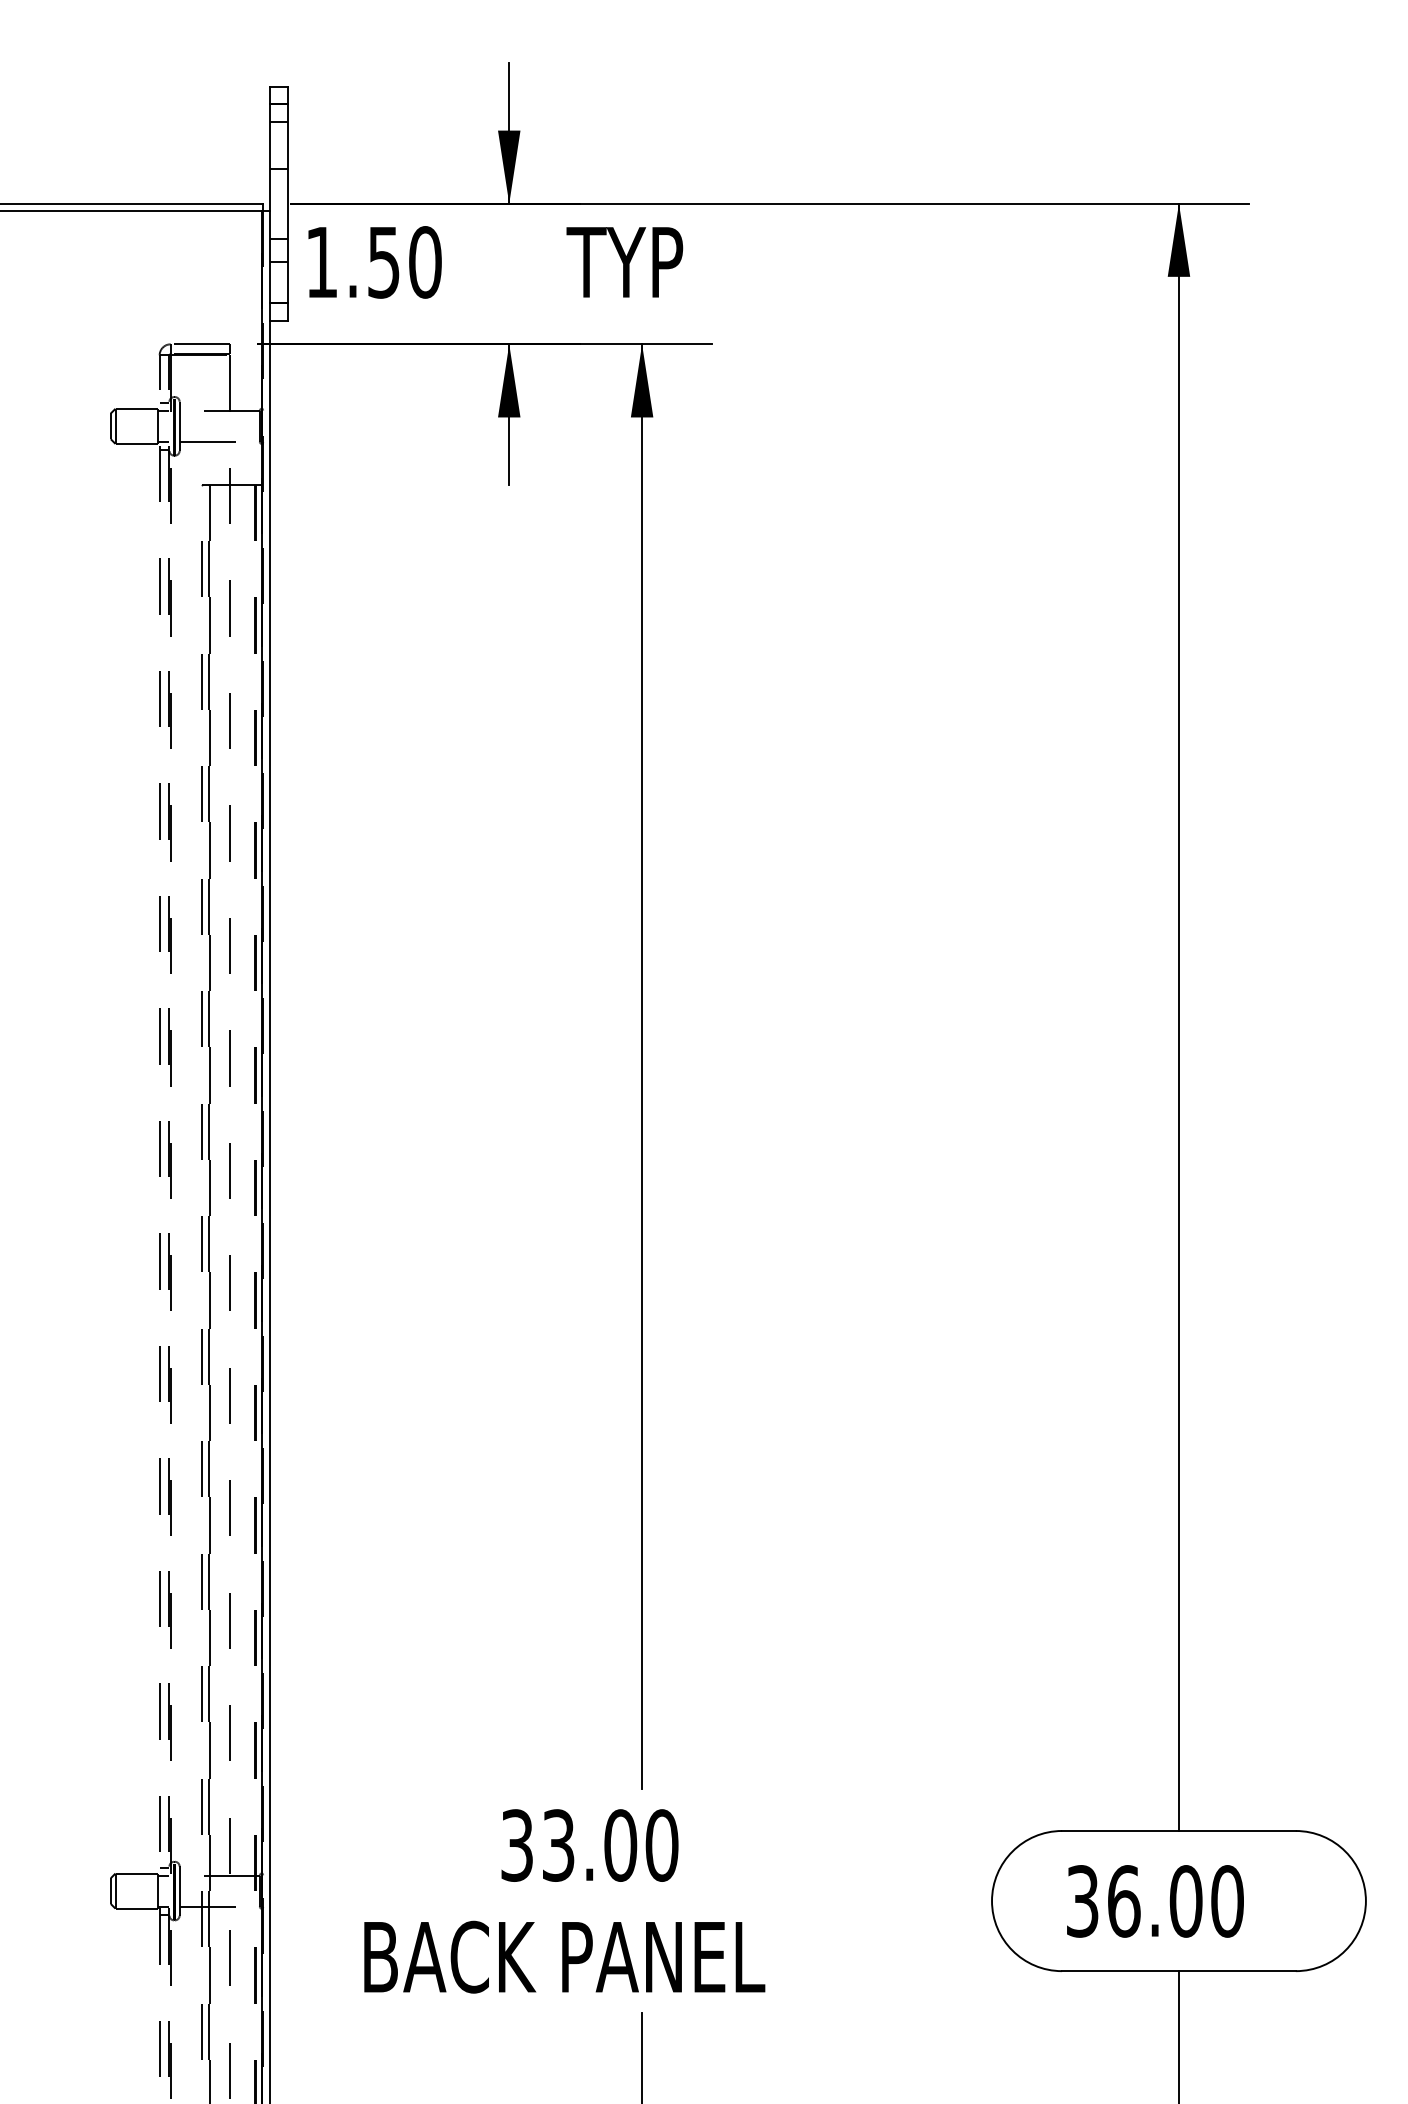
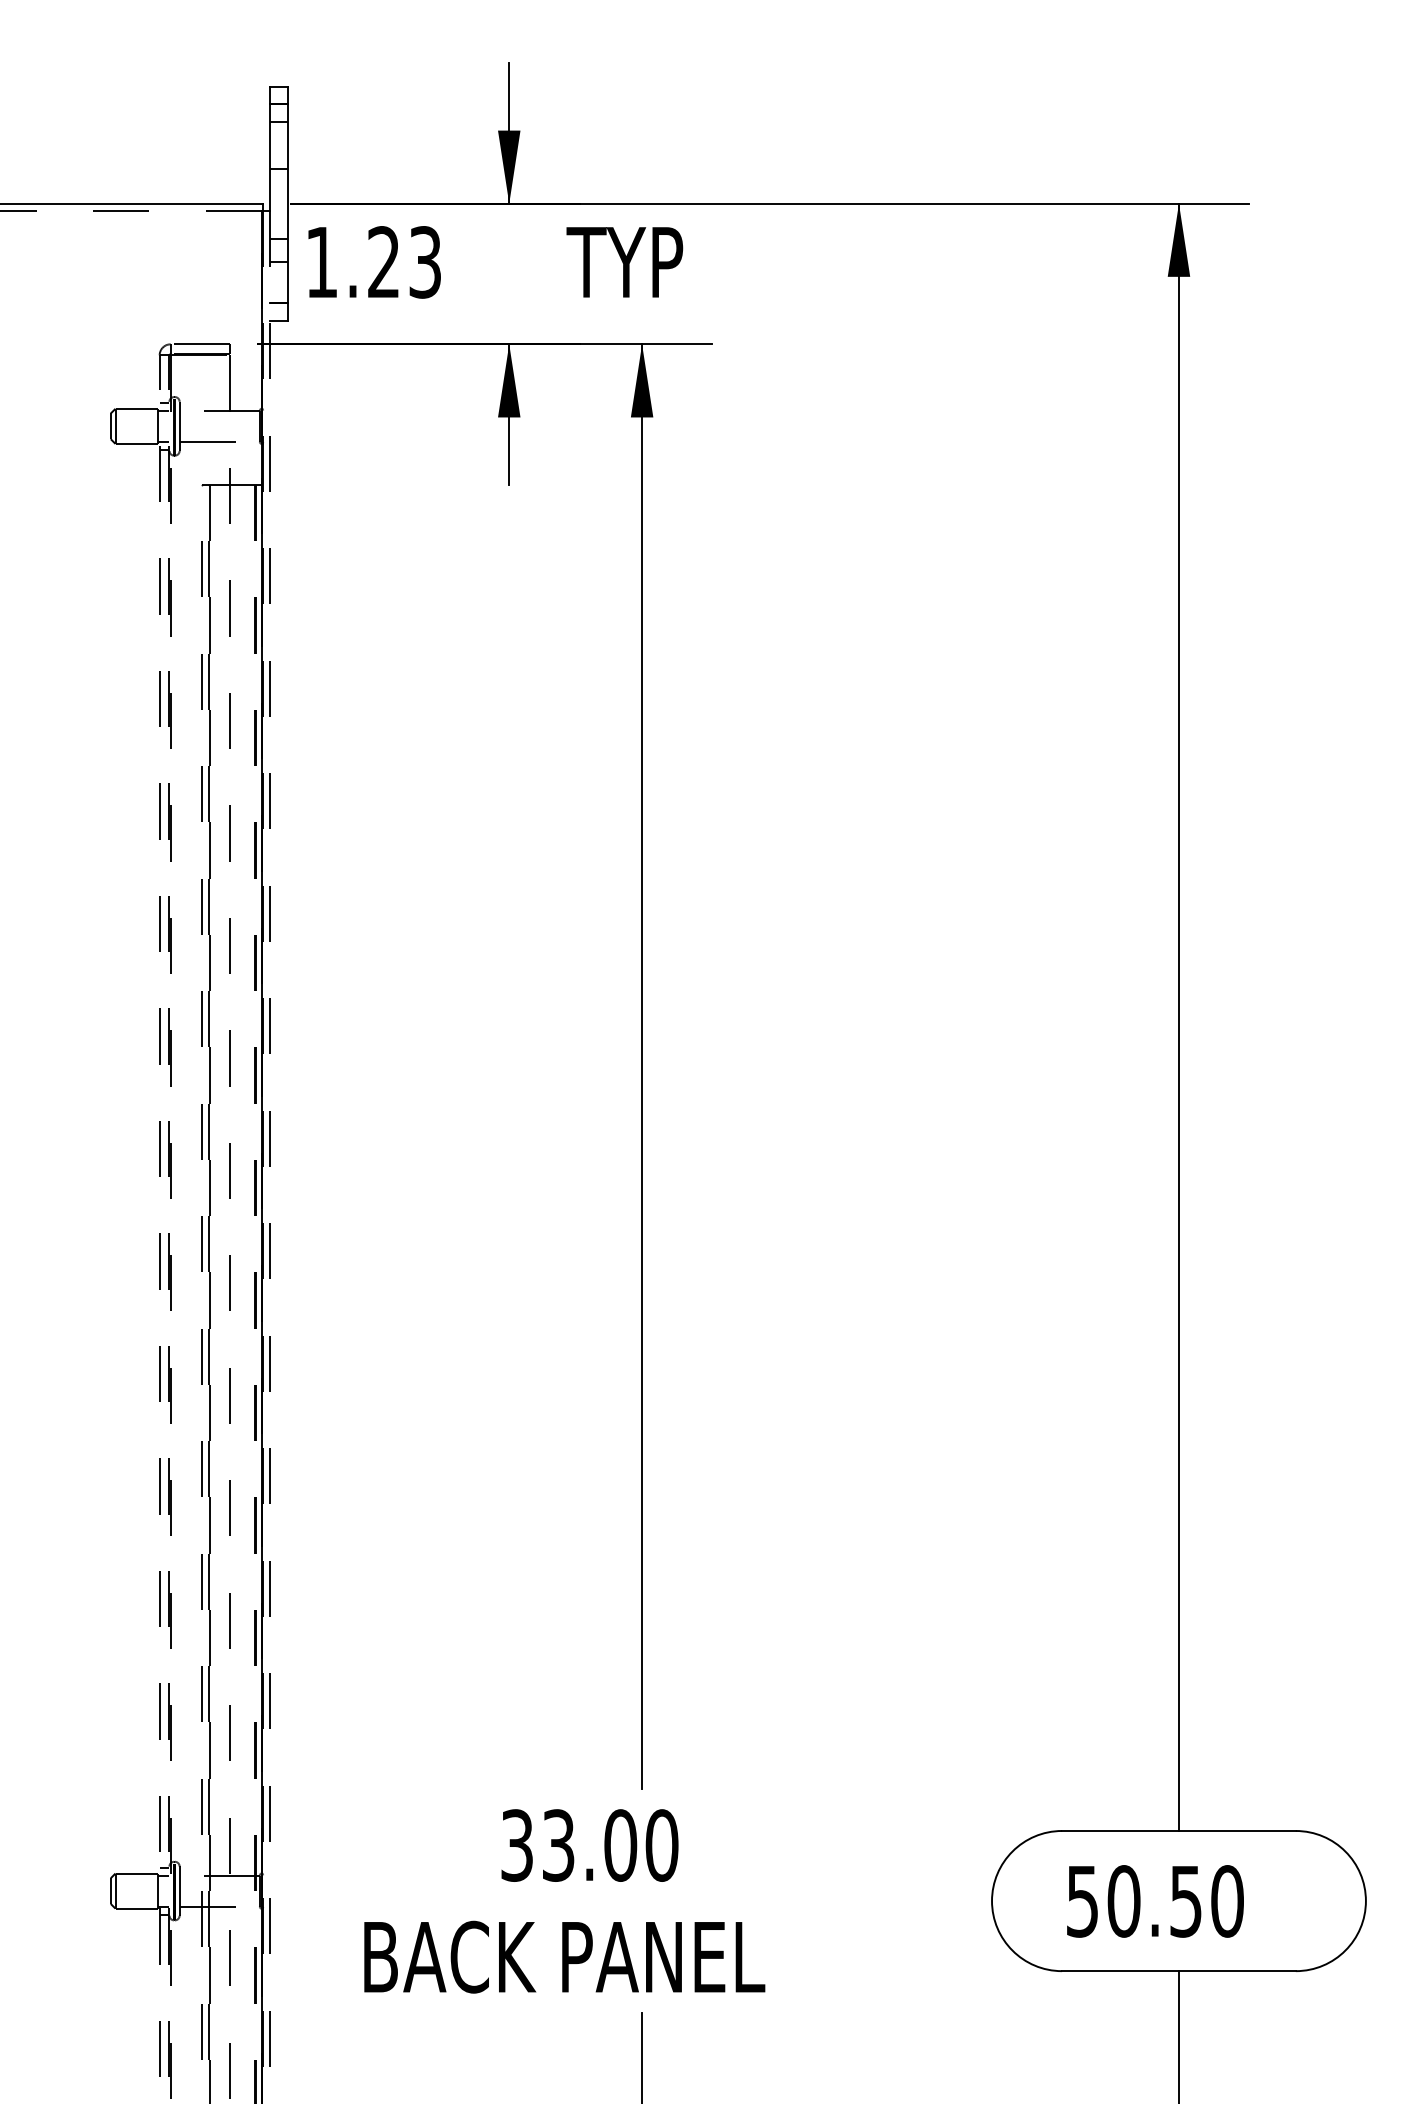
line at (131, 210): solid -> dashed
text at (404, 262): 1.50 -> 1.23
line at (270, 1157): solid -> dashed
text at (1134, 1901): 36.00 -> 50.50
